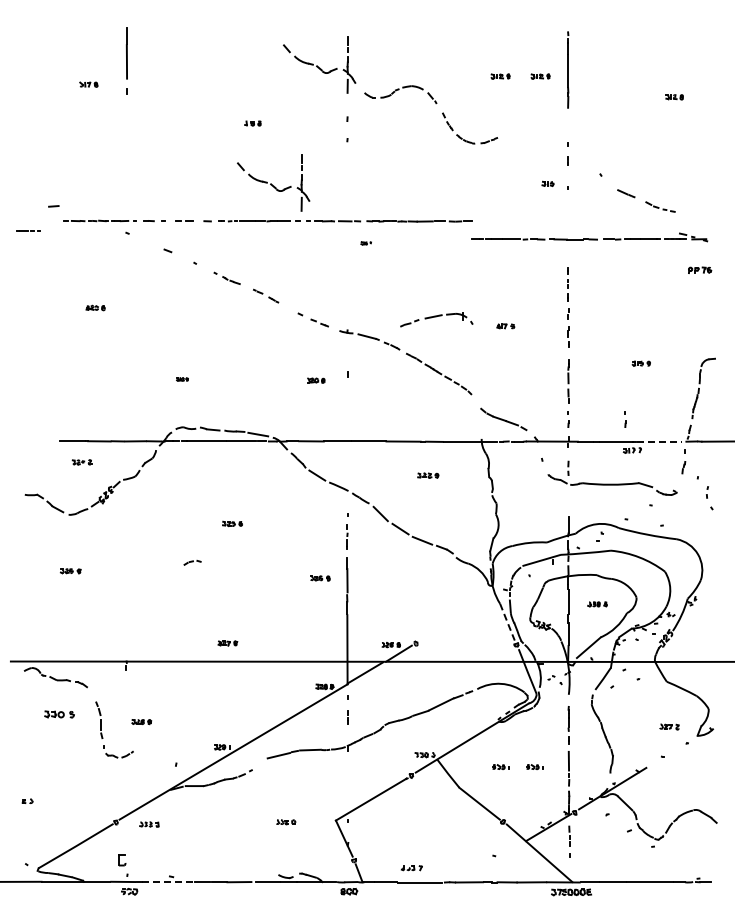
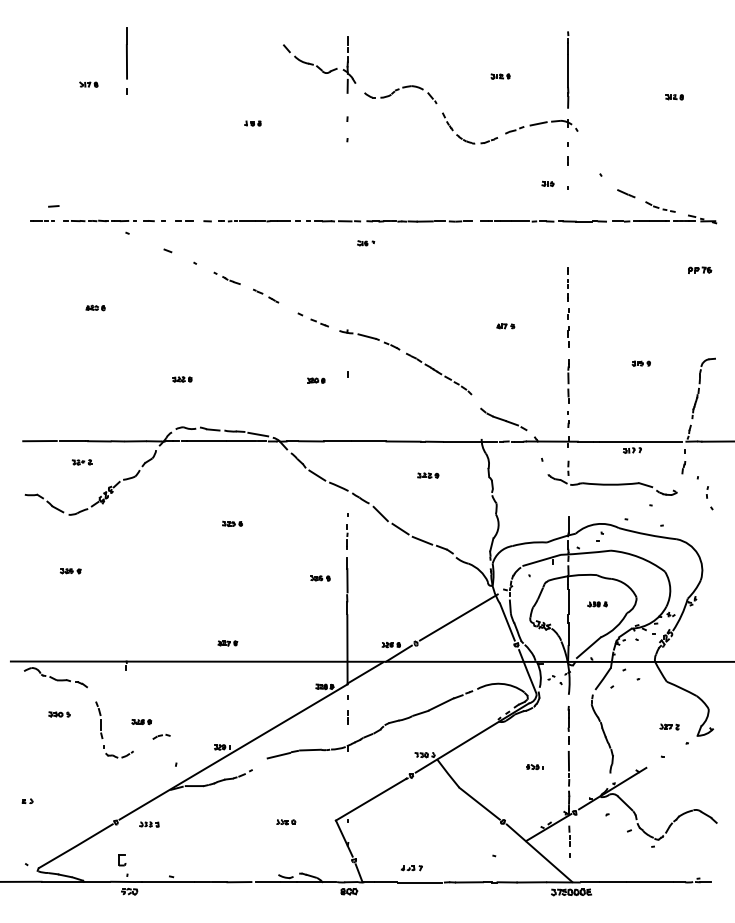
part at (540, 76): present -> none
part at (273, 182): present -> none
line at (28, 230) position: (28, 230) -> (42, 220)
part at (589, 237) position: (589, 237) -> (598, 219)
part at (365, 243) size: 12x5 px -> 19x7 px
part at (436, 319) position: (436, 319) -> (541, 126)
part at (182, 379) size: 13x5 px -> 21x7 px
part at (625, 419): present -> none
line at (39, 441): none -> present
line at (659, 441): dashed -> solid
part at (192, 562) position: (192, 562) -> (161, 736)
line at (458, 617): none -> present
line at (507, 622): dashed -> solid
part at (59, 714) size: 31x9 px -> 23x7 px
part at (500, 767): present -> none
line at (168, 882): dashed -> solid
